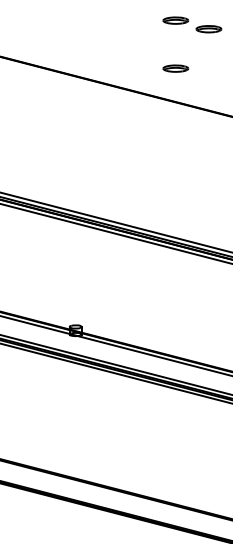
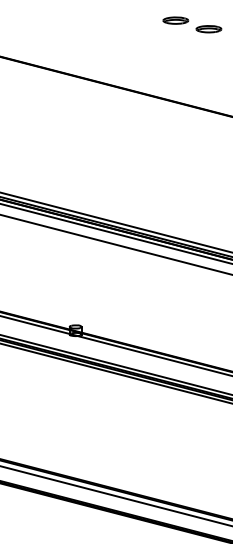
part at (175, 68): present -> none
line at (115, 244): none -> present
line at (115, 495): none -> present
